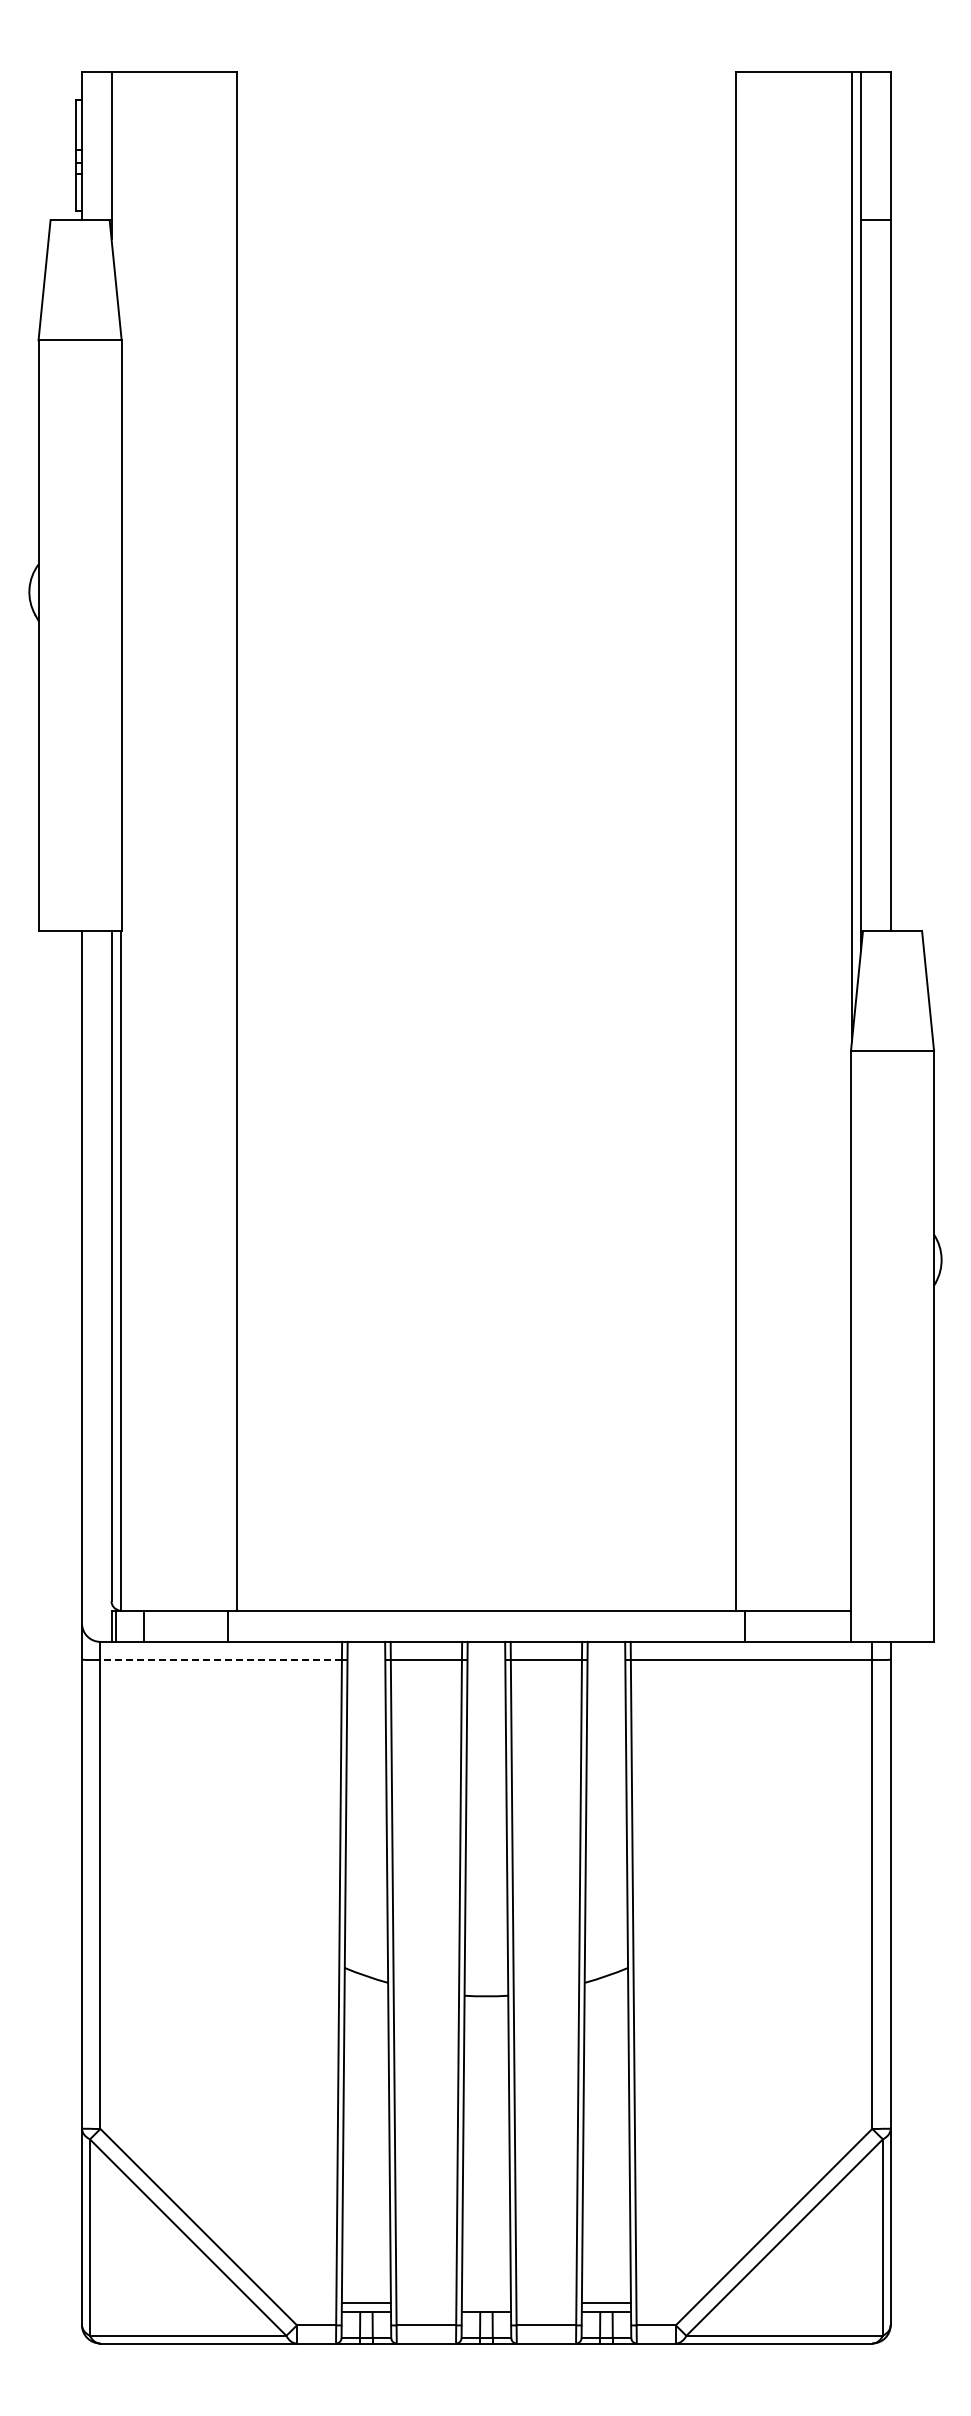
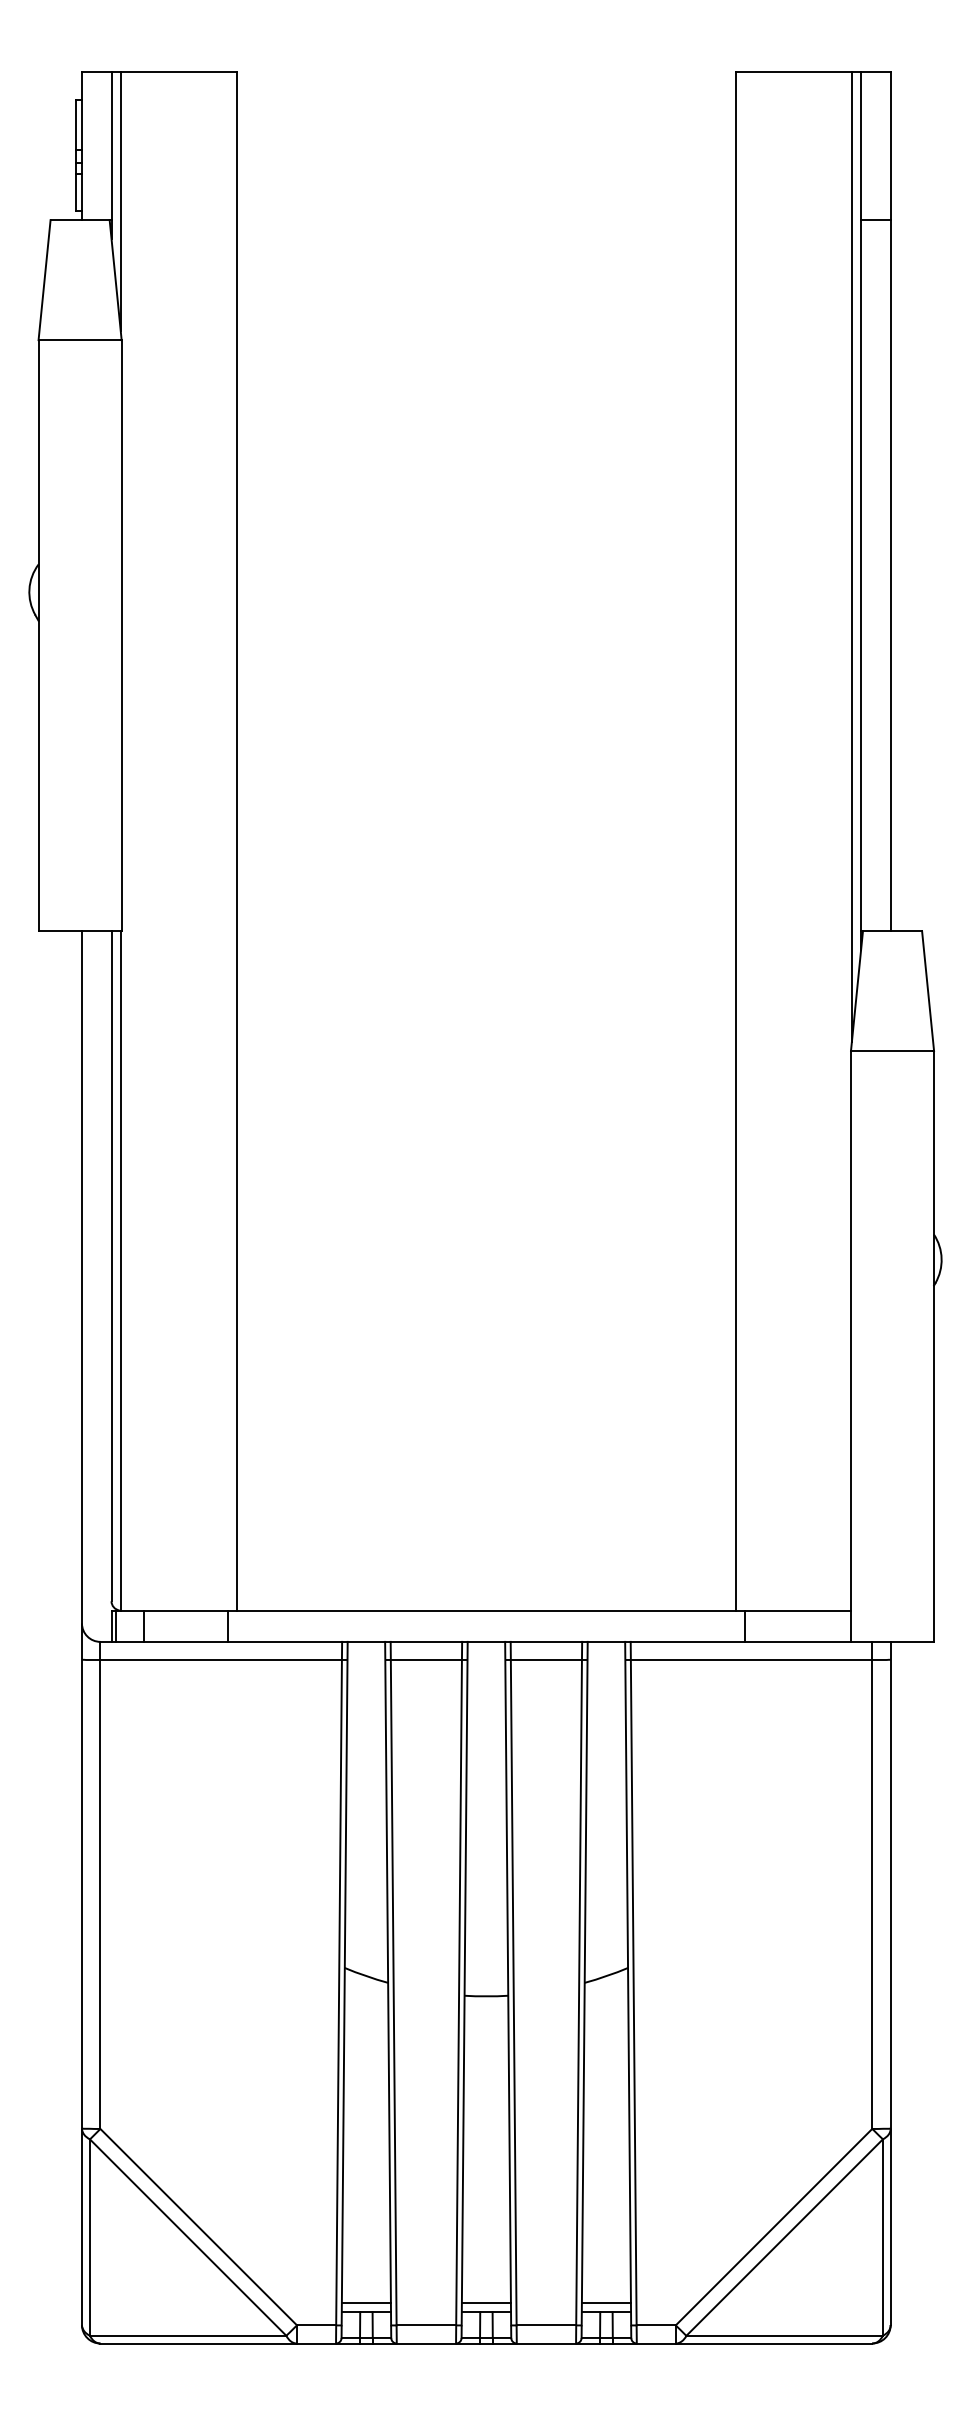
line at (120, 201): none -> present
line at (221, 1659): dashed -> solid
line at (485, 2303): none -> present
